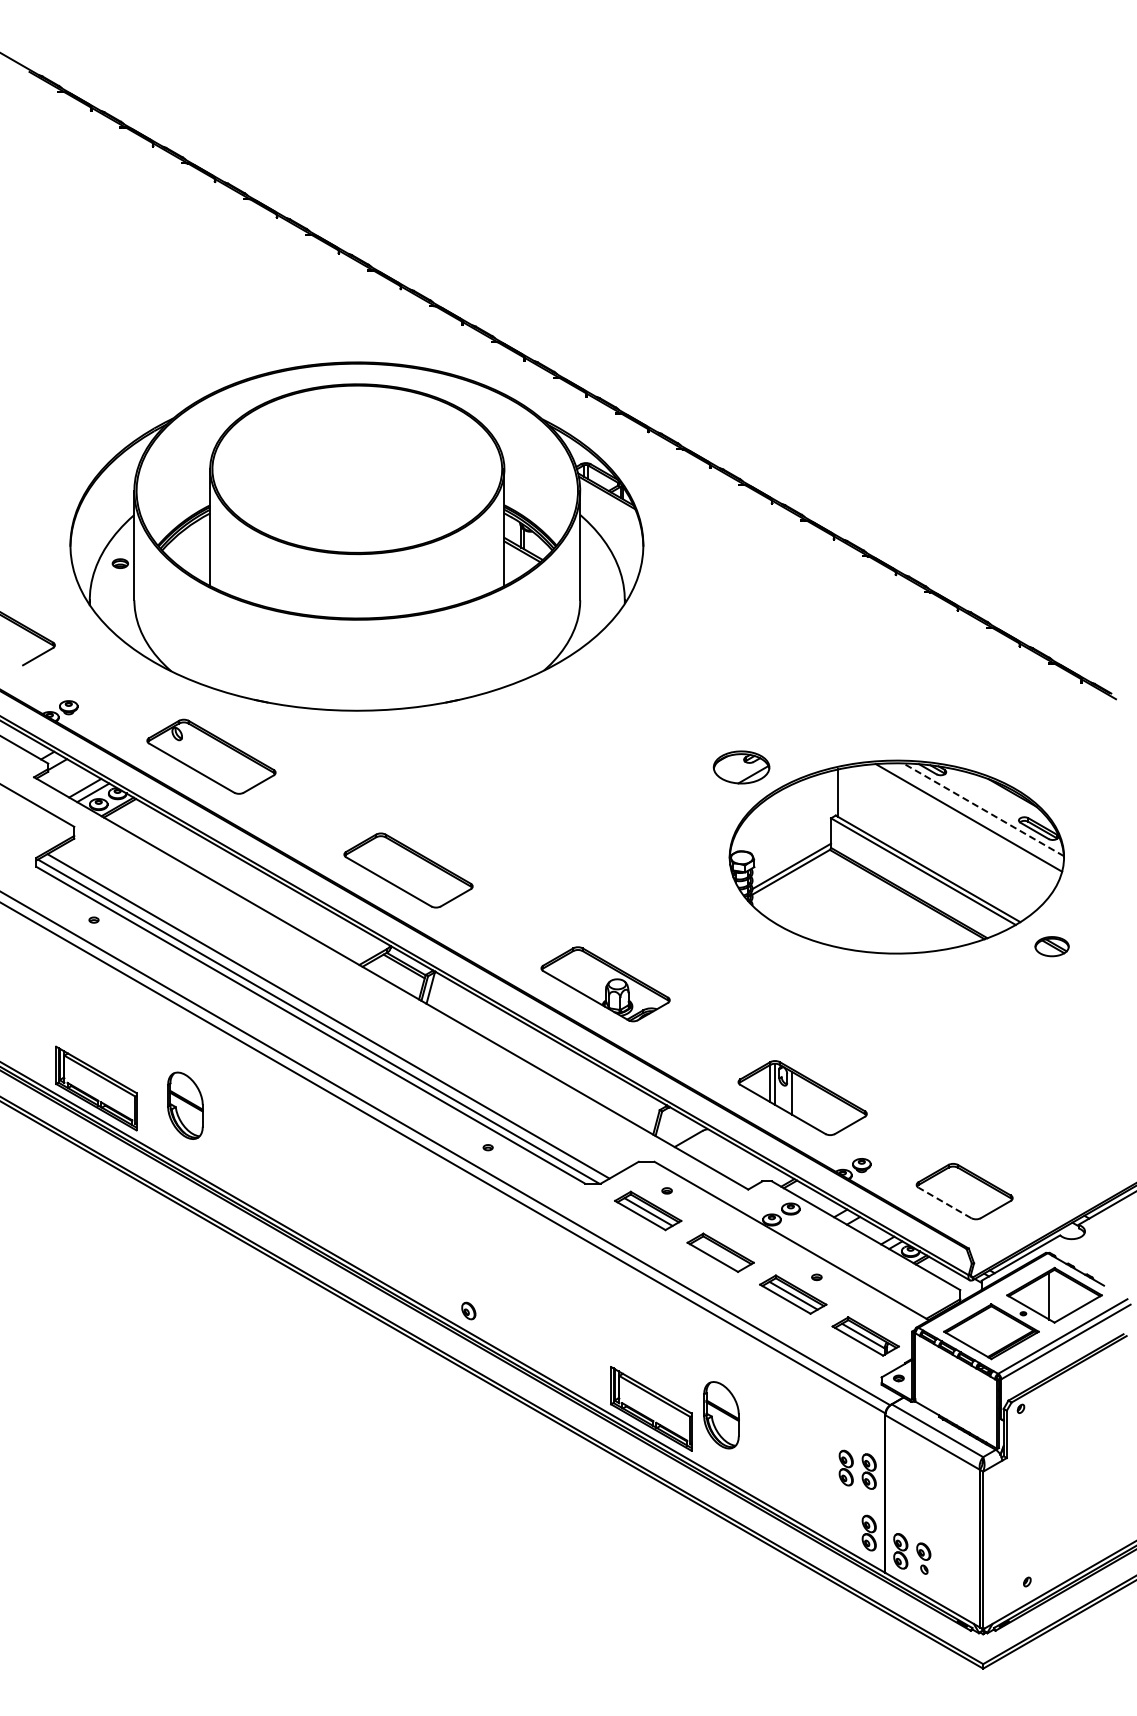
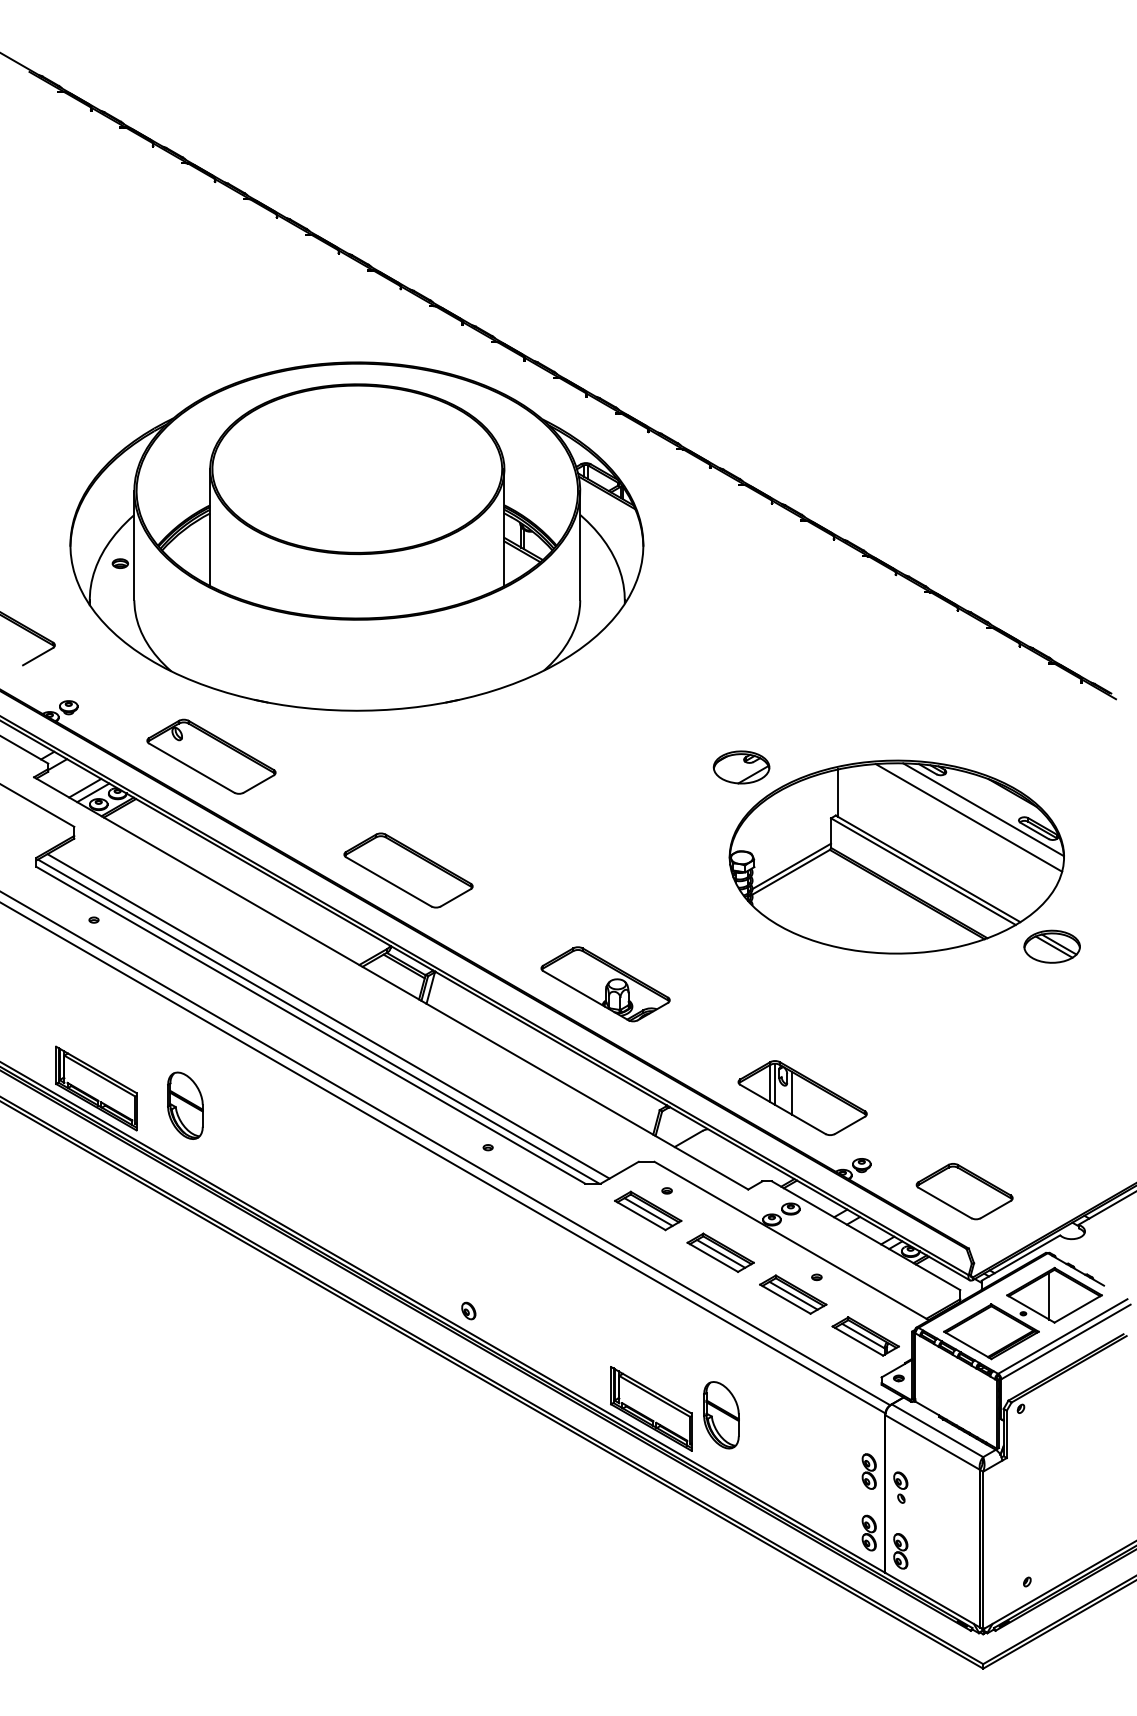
line at (983, 809): dashed -> solid
part at (1051, 946) size: 36x22 px -> 58x35 px
line at (944, 1202): dashed -> solid
line at (721, 1253): none -> present
part at (845, 1467): present -> none
part at (923, 1558) position: (923, 1558) -> (900, 1487)
